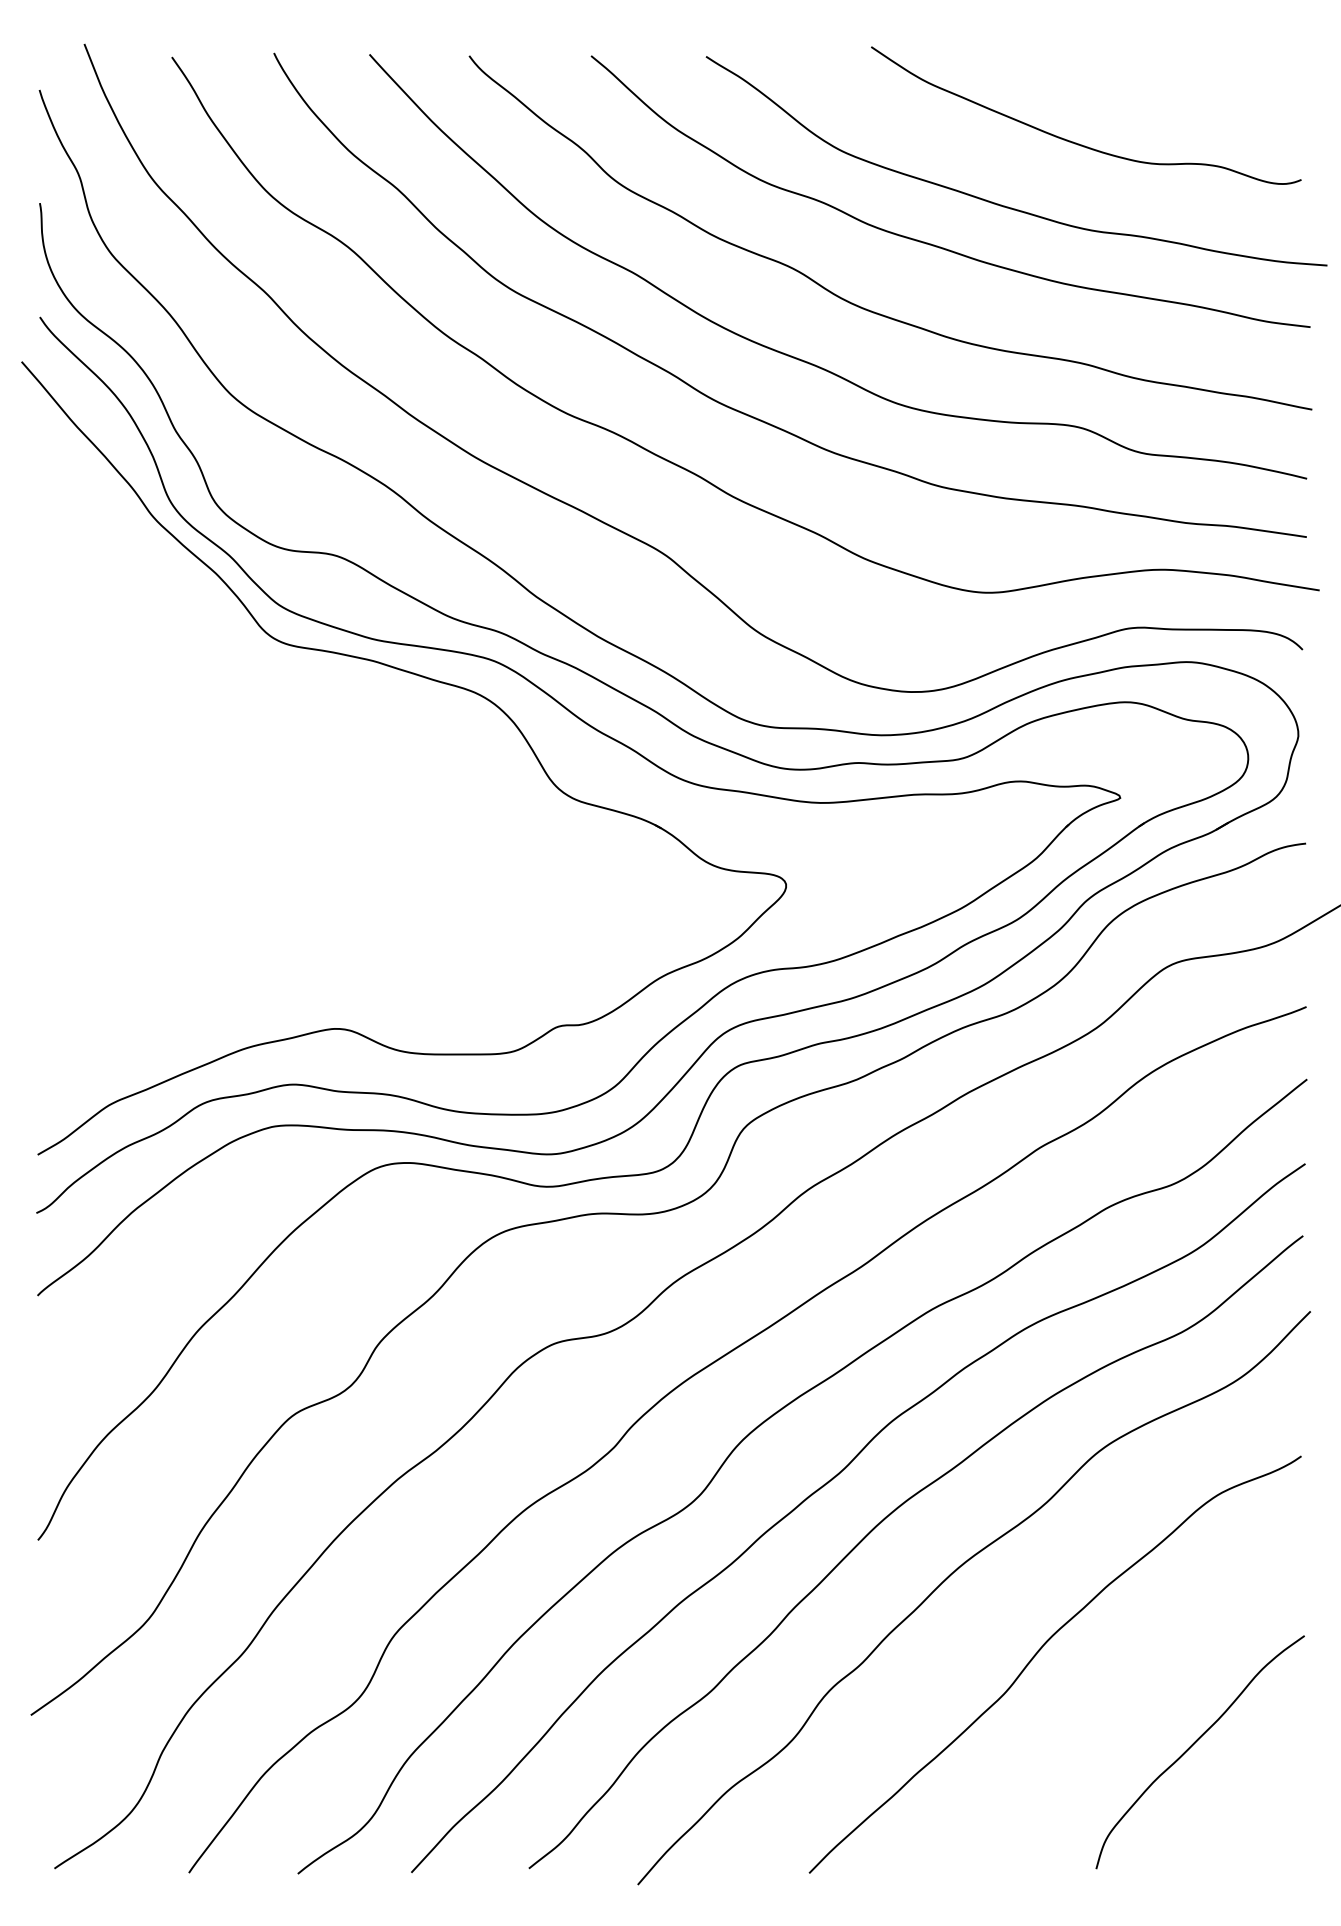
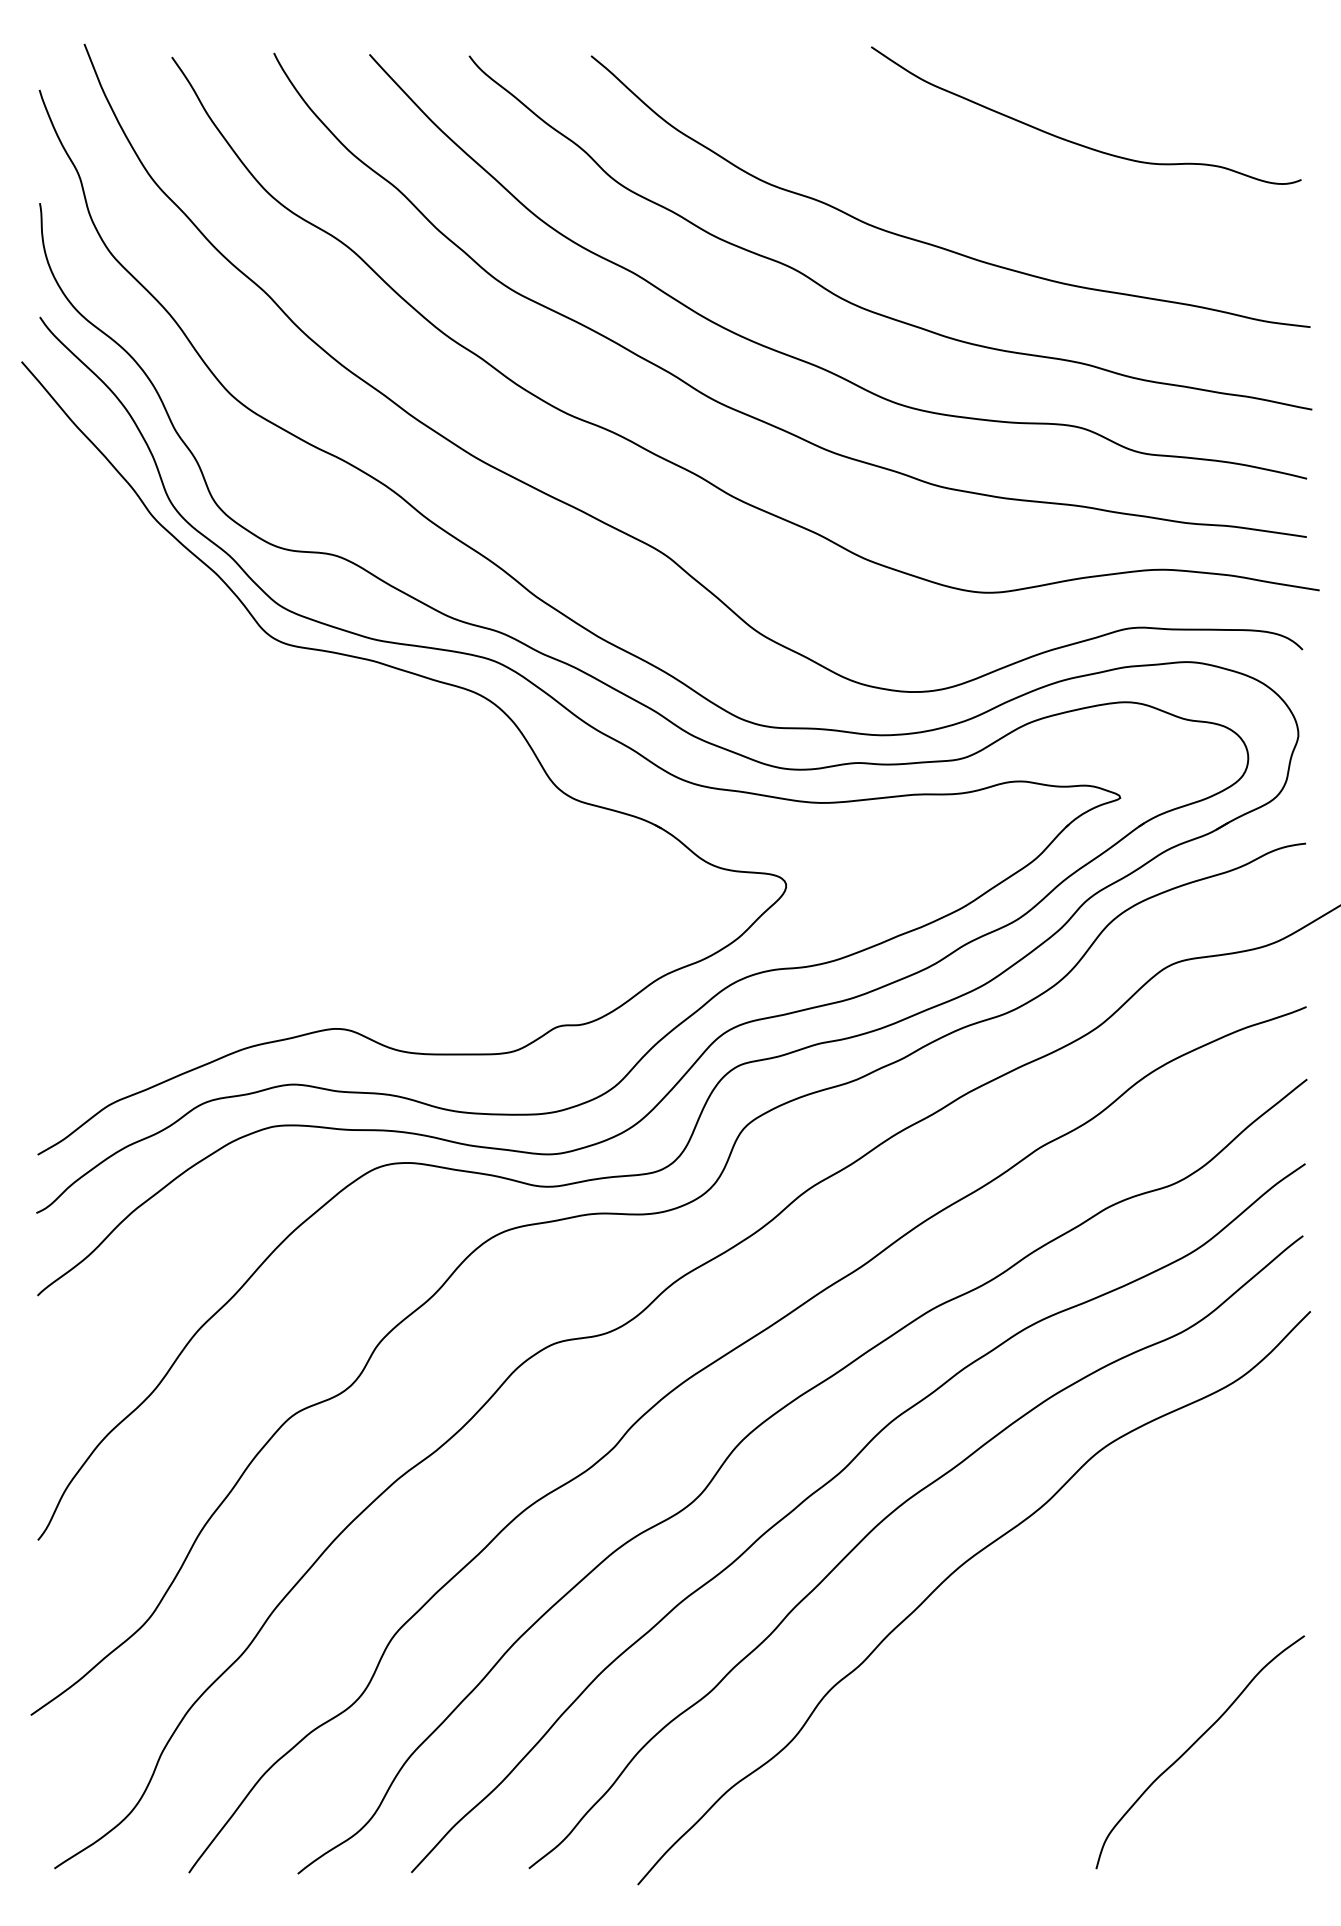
curve at (1001, 204): present -> none
curve at (1040, 1650): present -> none
